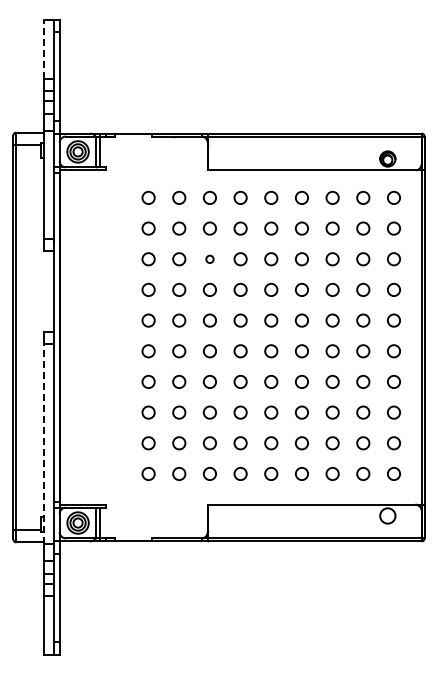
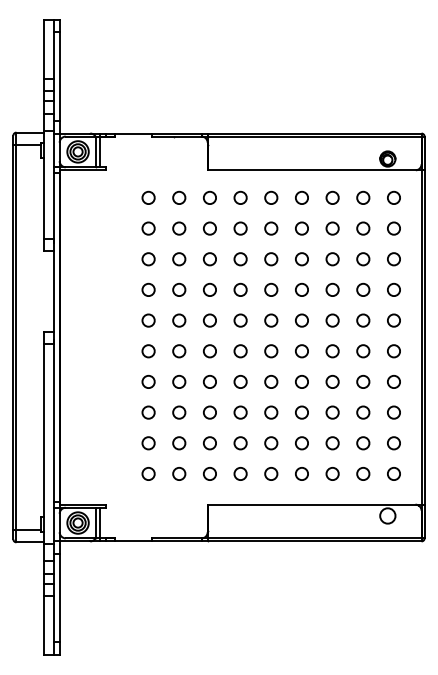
line at (43, 48): dashed -> solid
circle at (209, 258) size: 10x10 px -> 14x15 px
line at (43, 443): dashed -> solid
